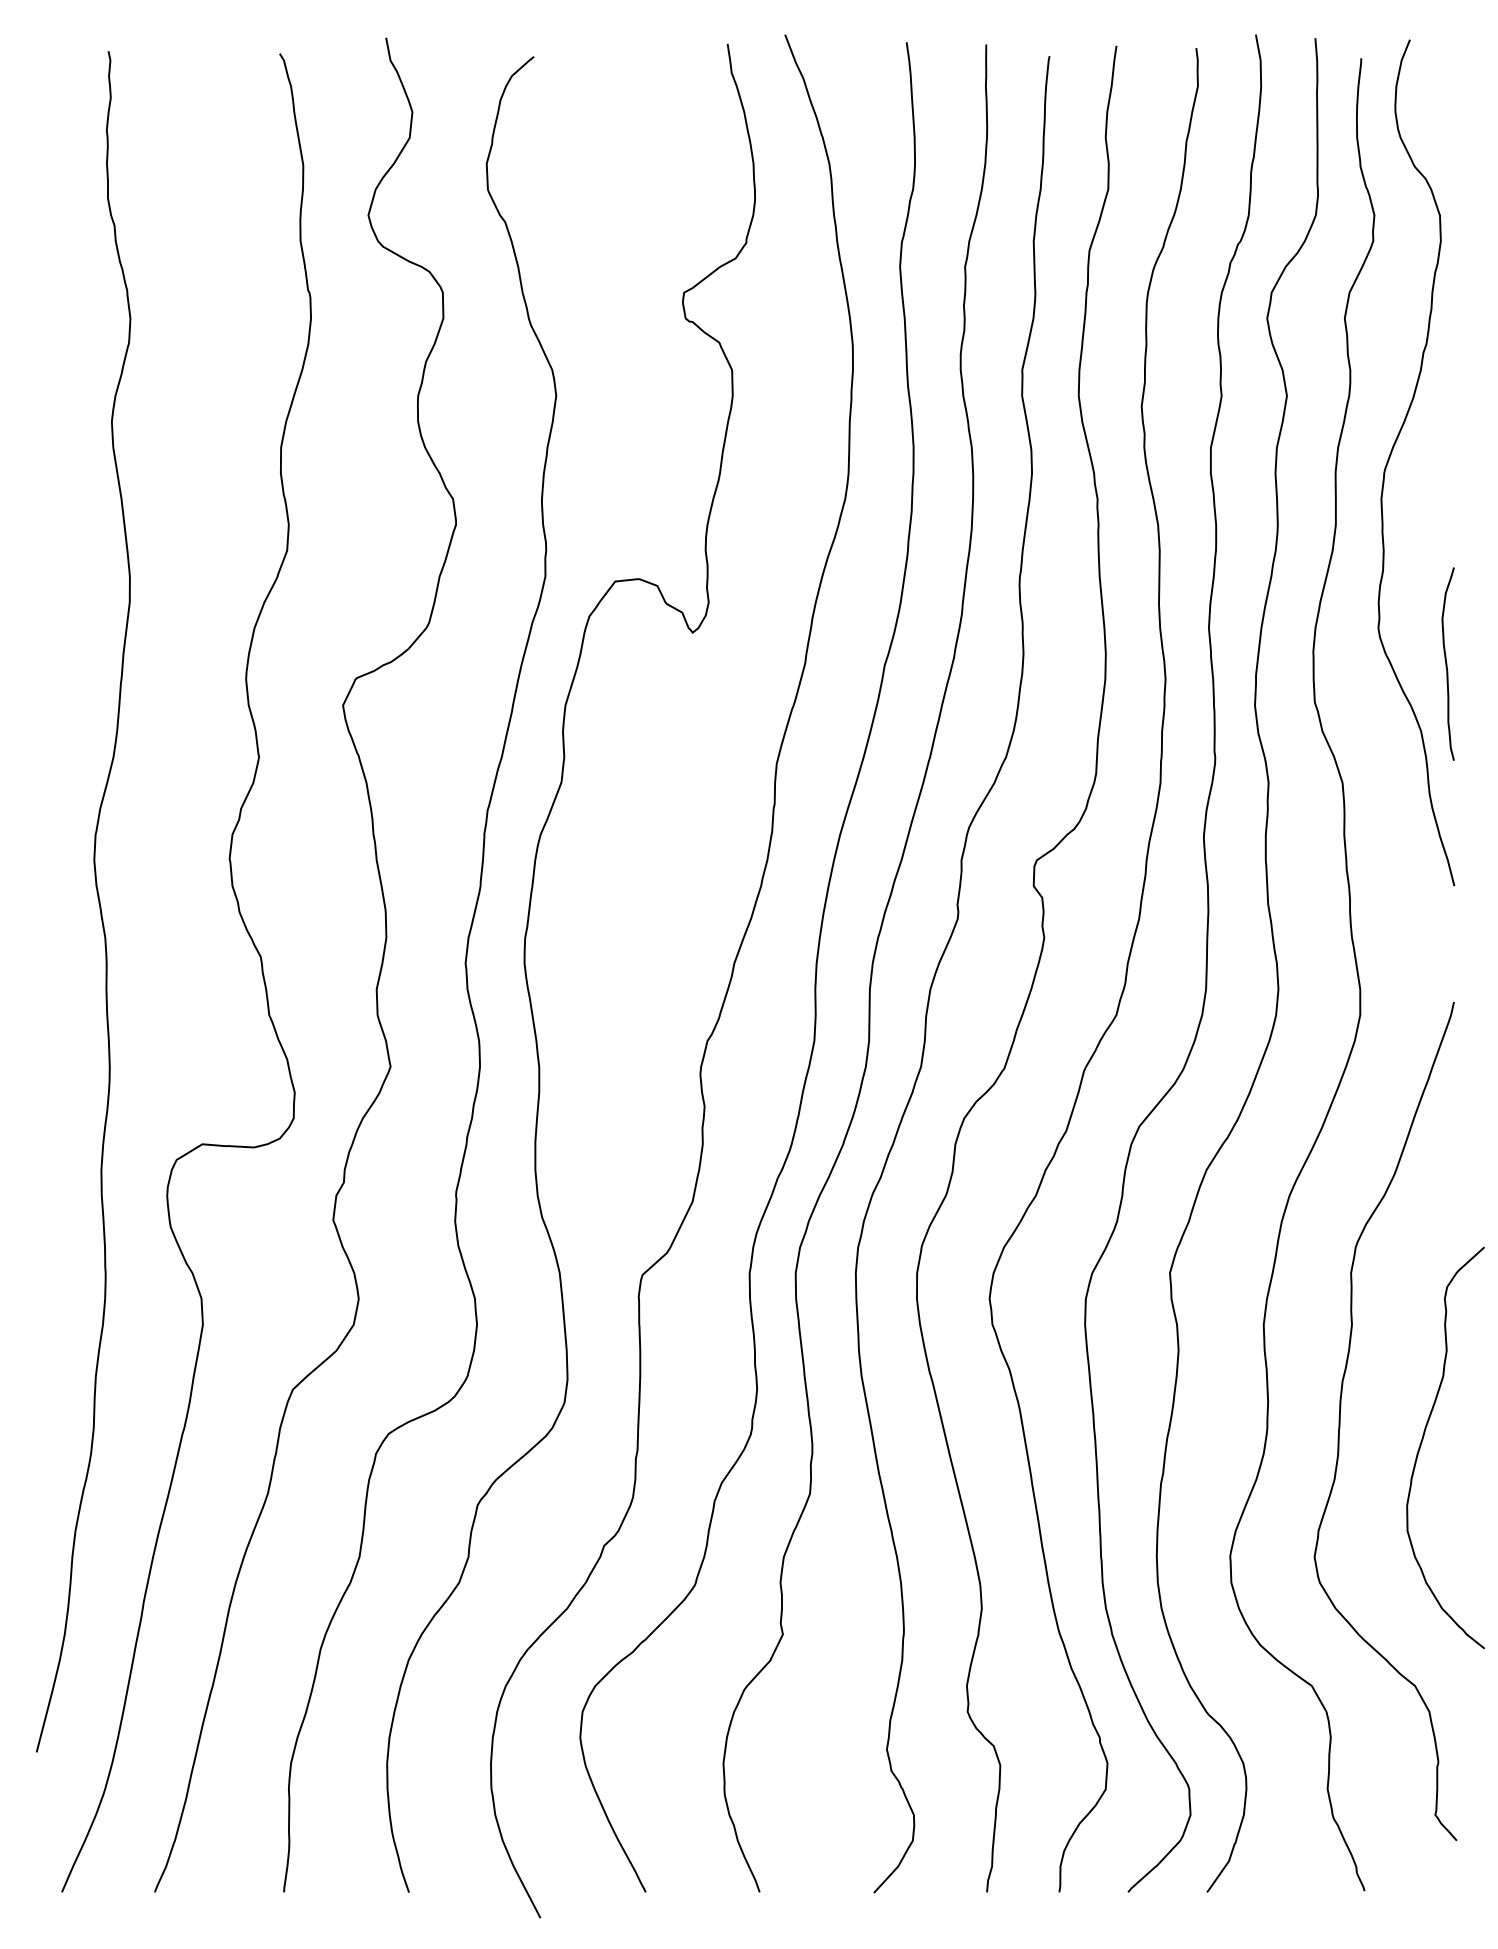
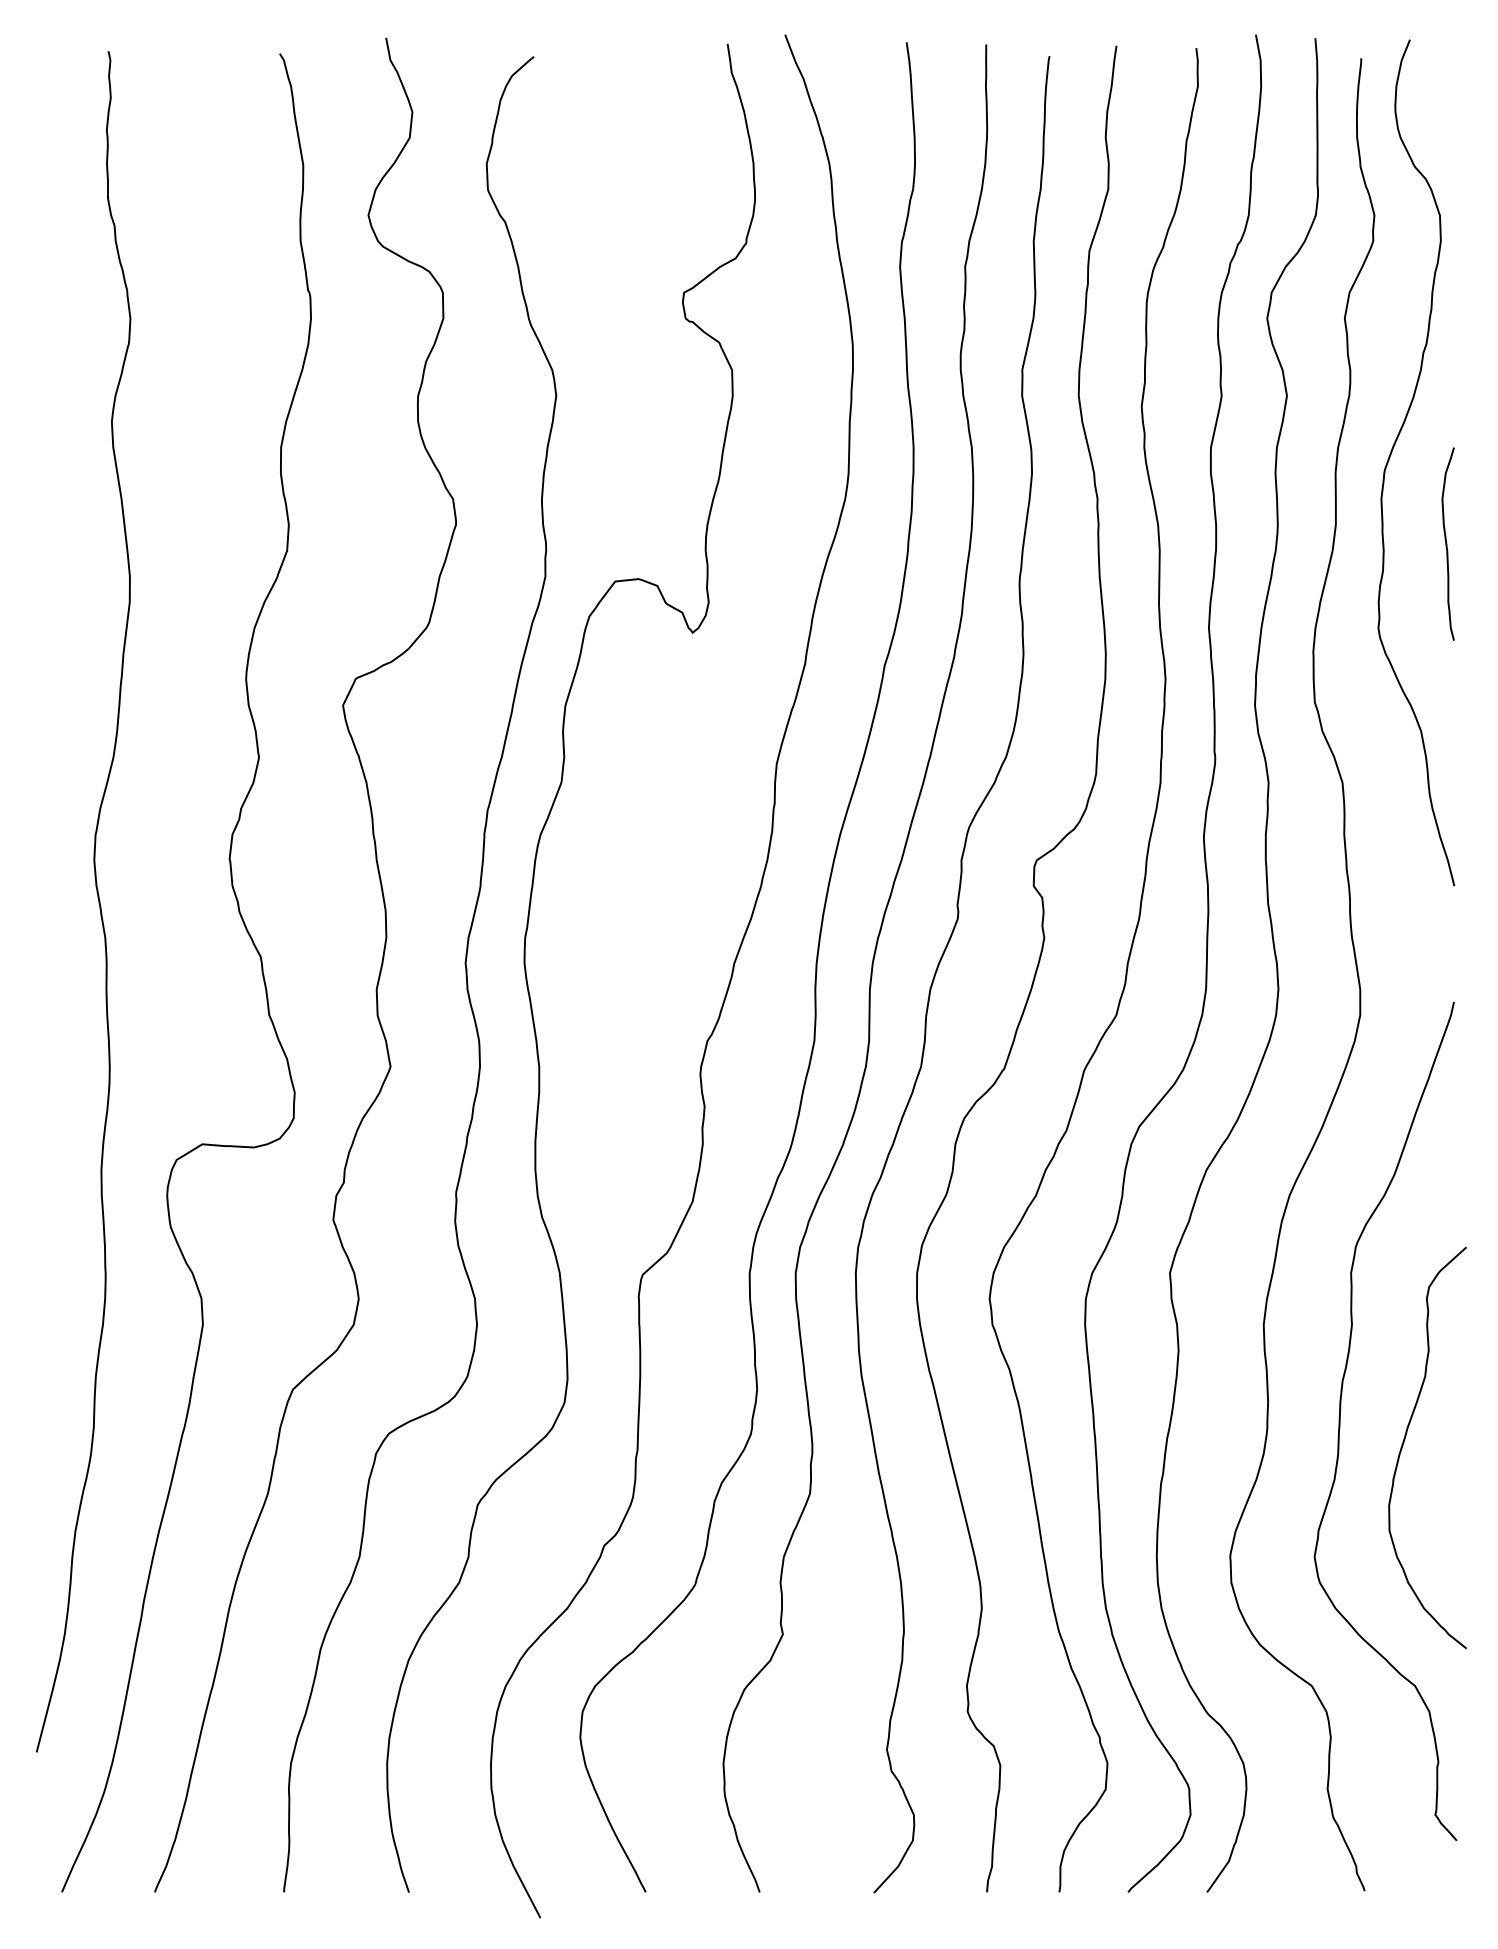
curve at (1447, 663) position: (1447, 663) -> (1447, 543)
curve at (1423, 1439) position: (1423, 1439) -> (1405, 1439)
